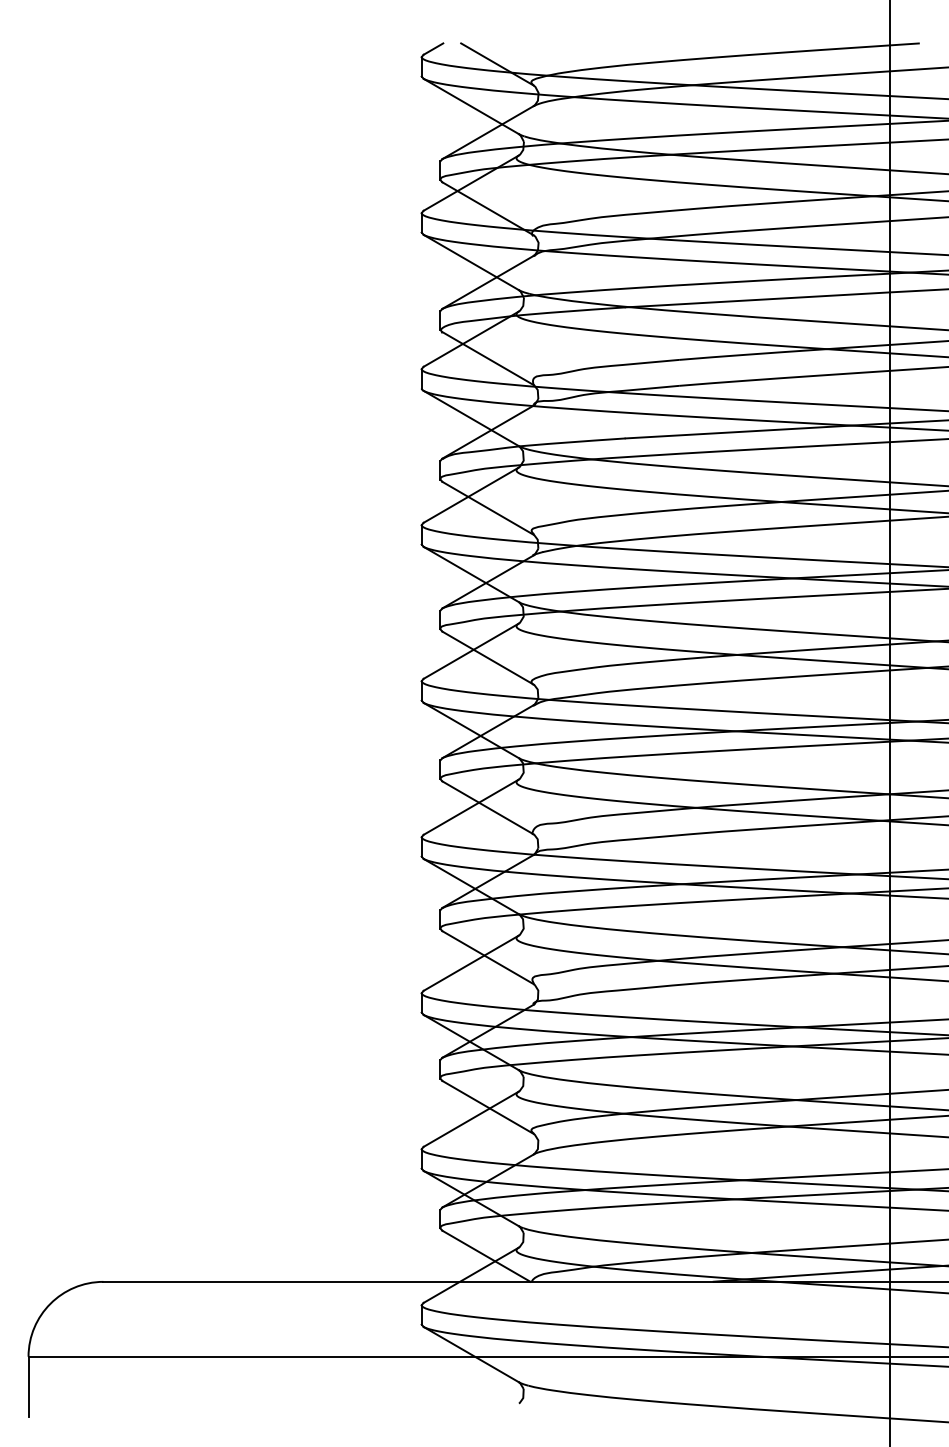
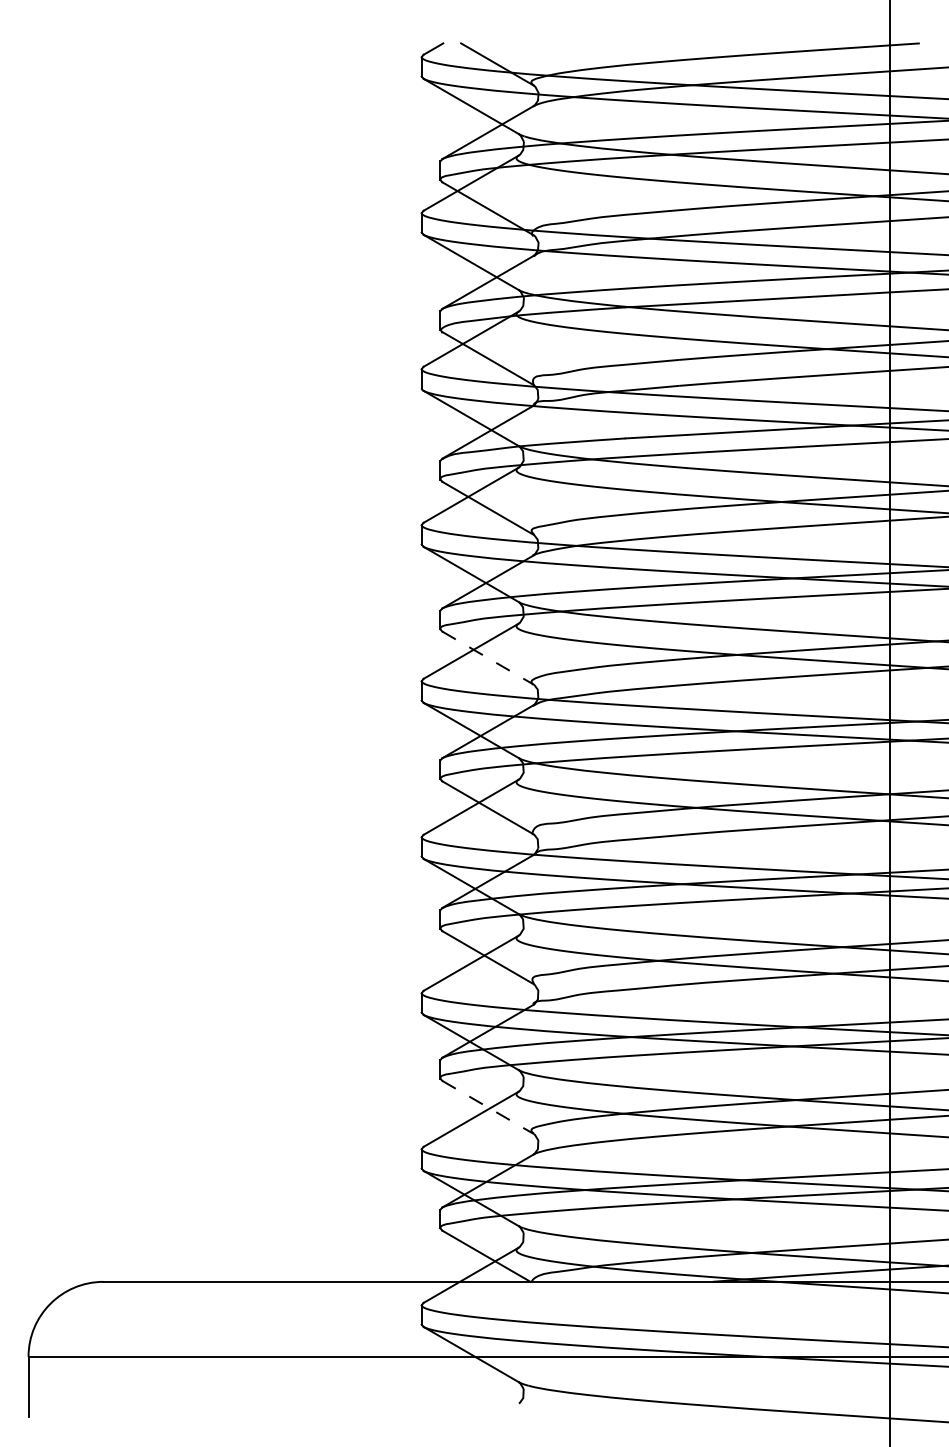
line at (488, 658): solid -> dashed
line at (488, 1107): solid -> dashed
